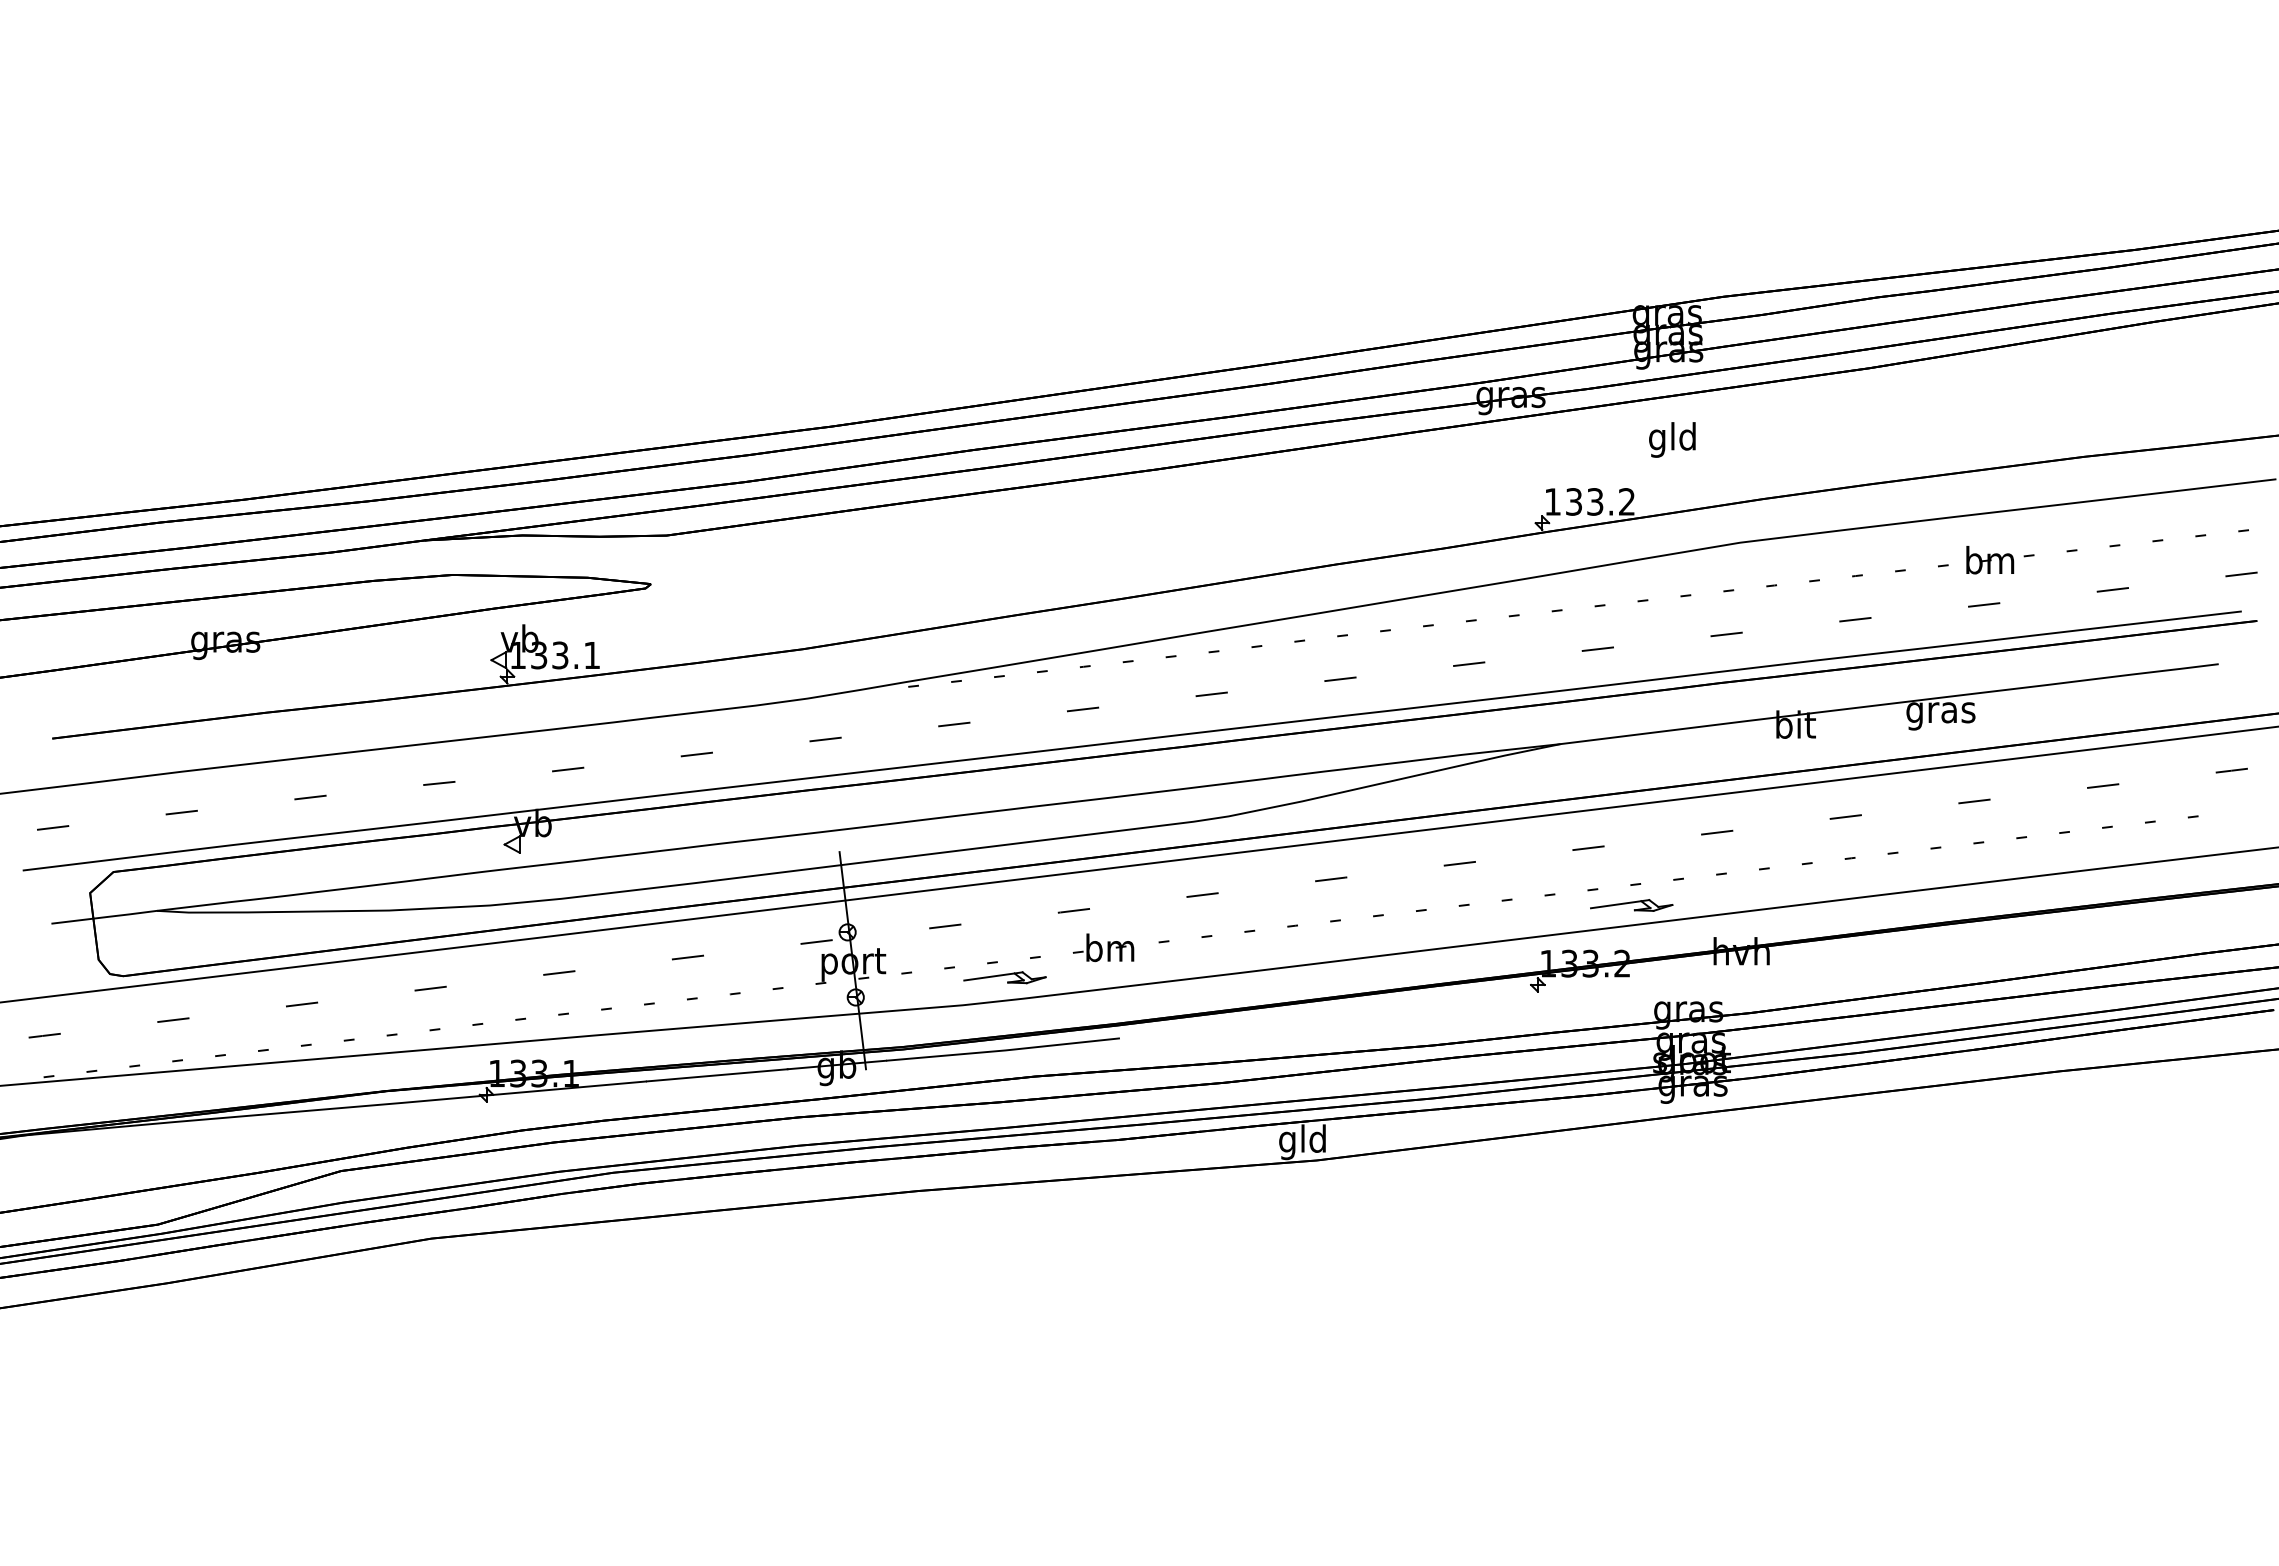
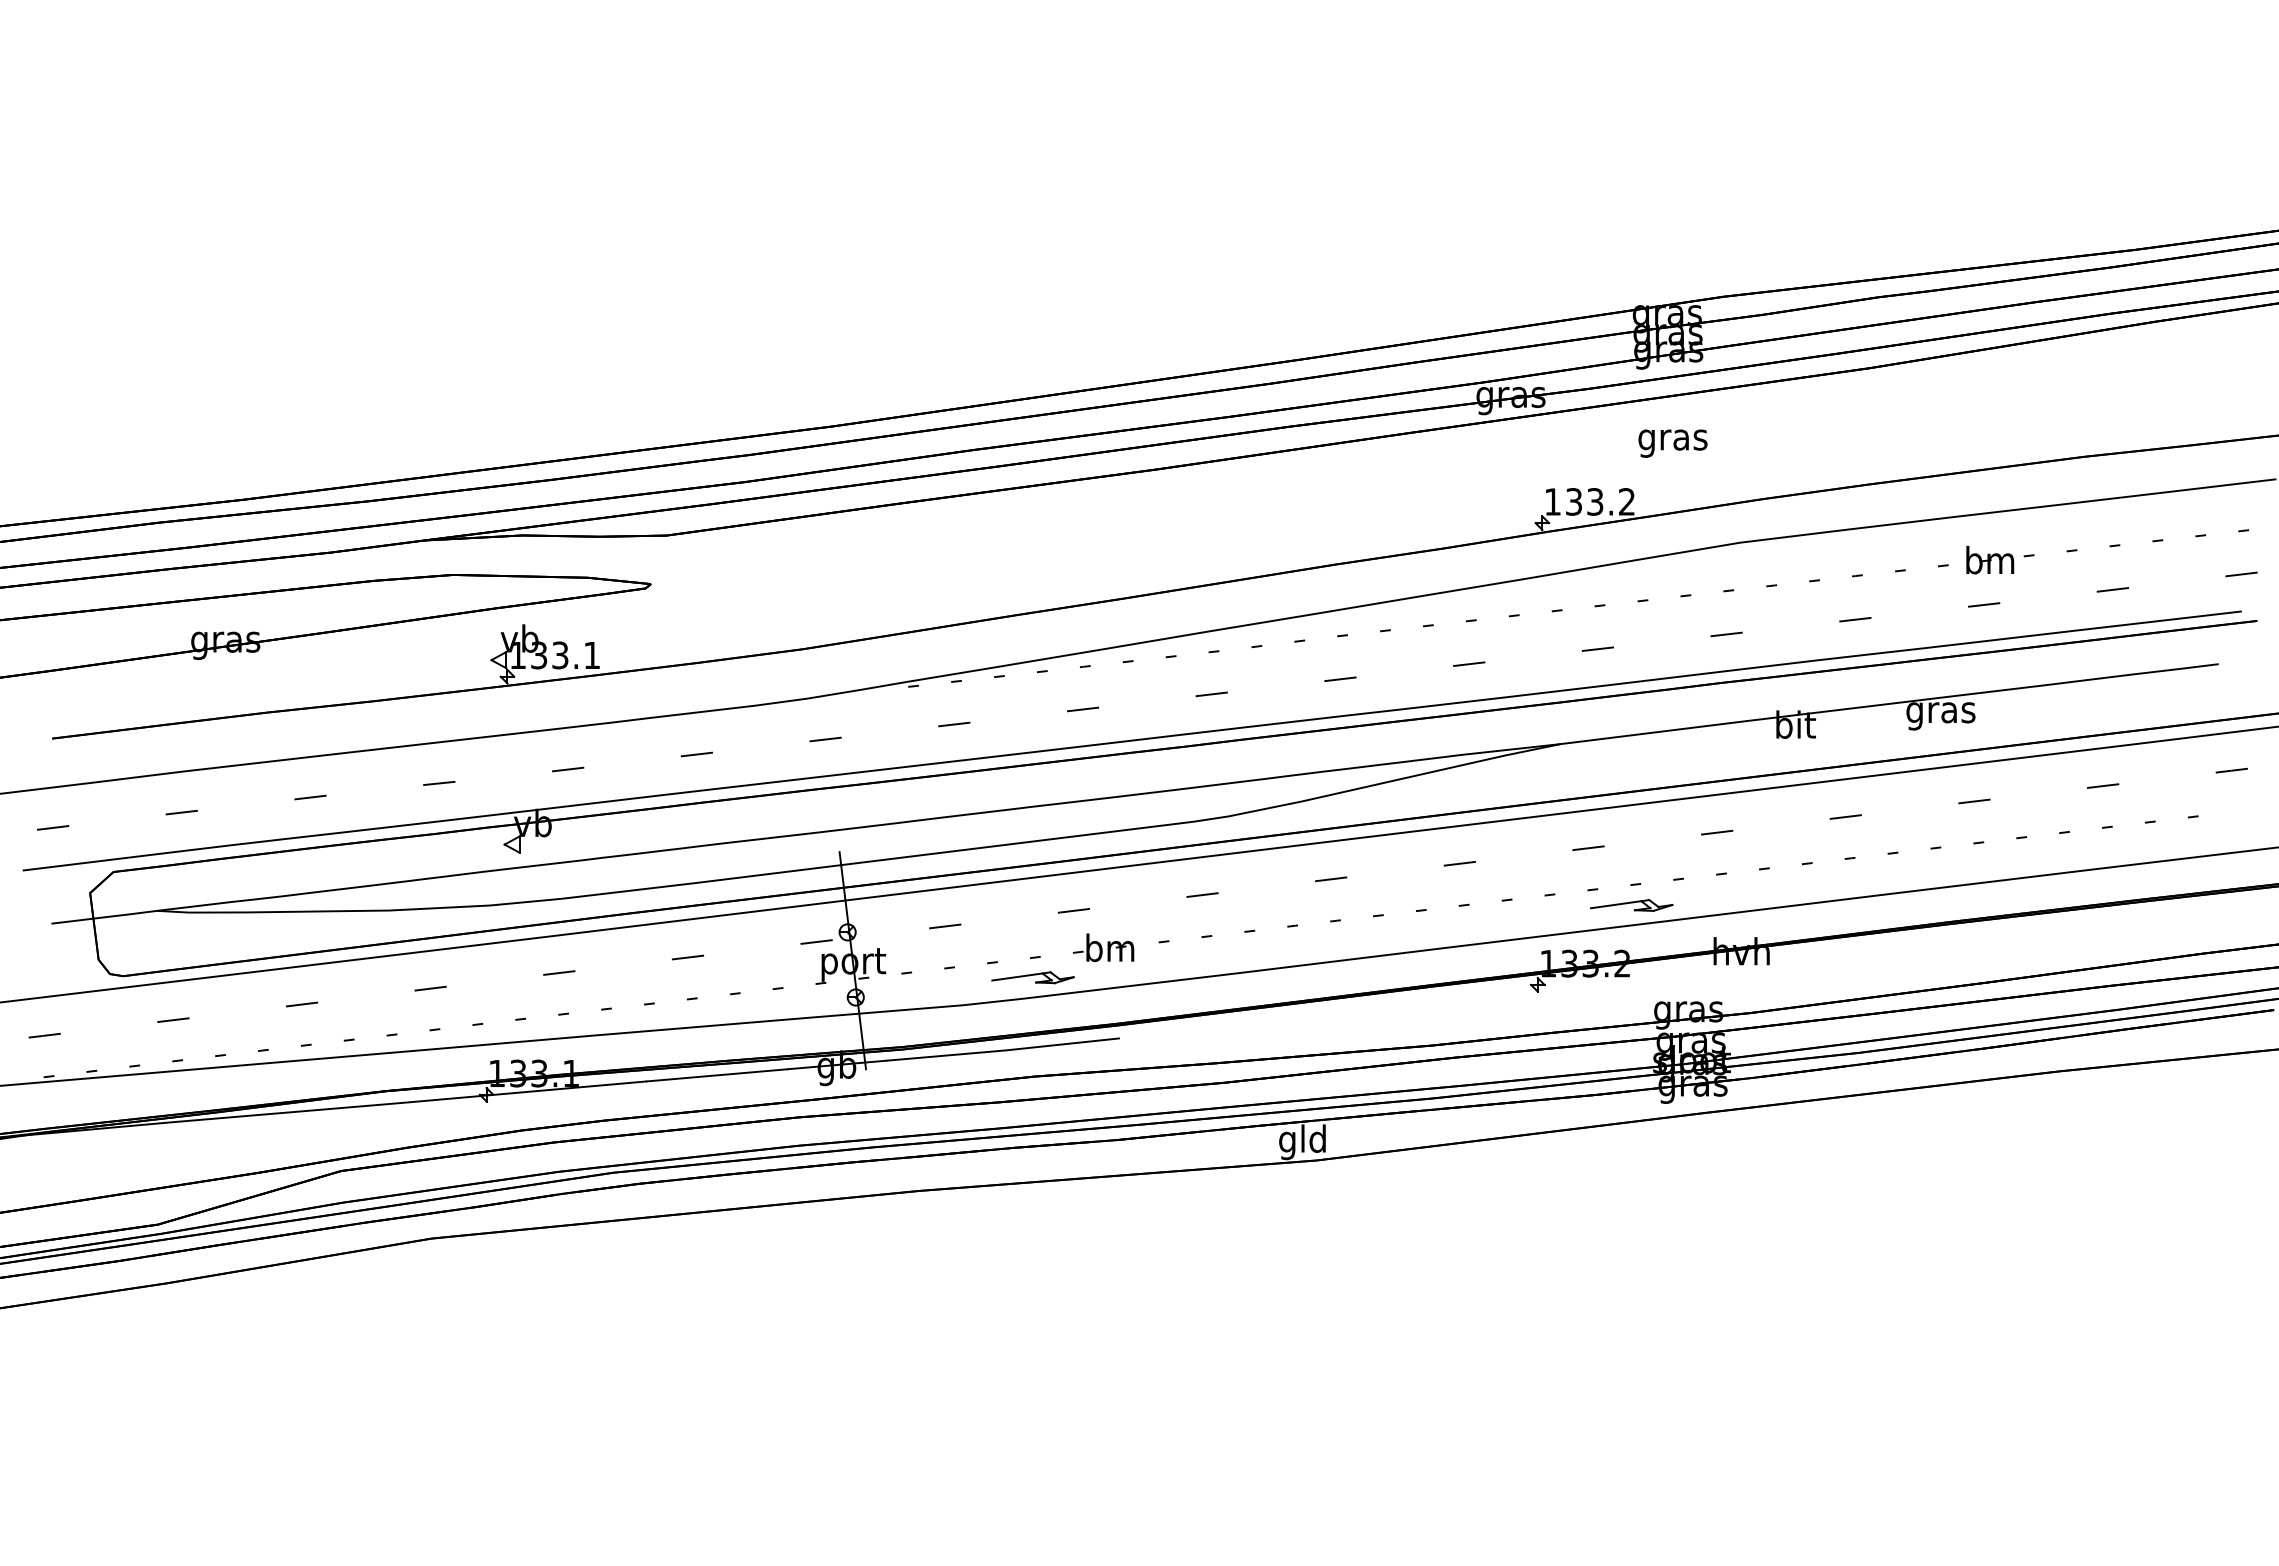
text at (1672, 439): gld -> gras
part at (1004, 977) position: (1004, 977) -> (1032, 977)
